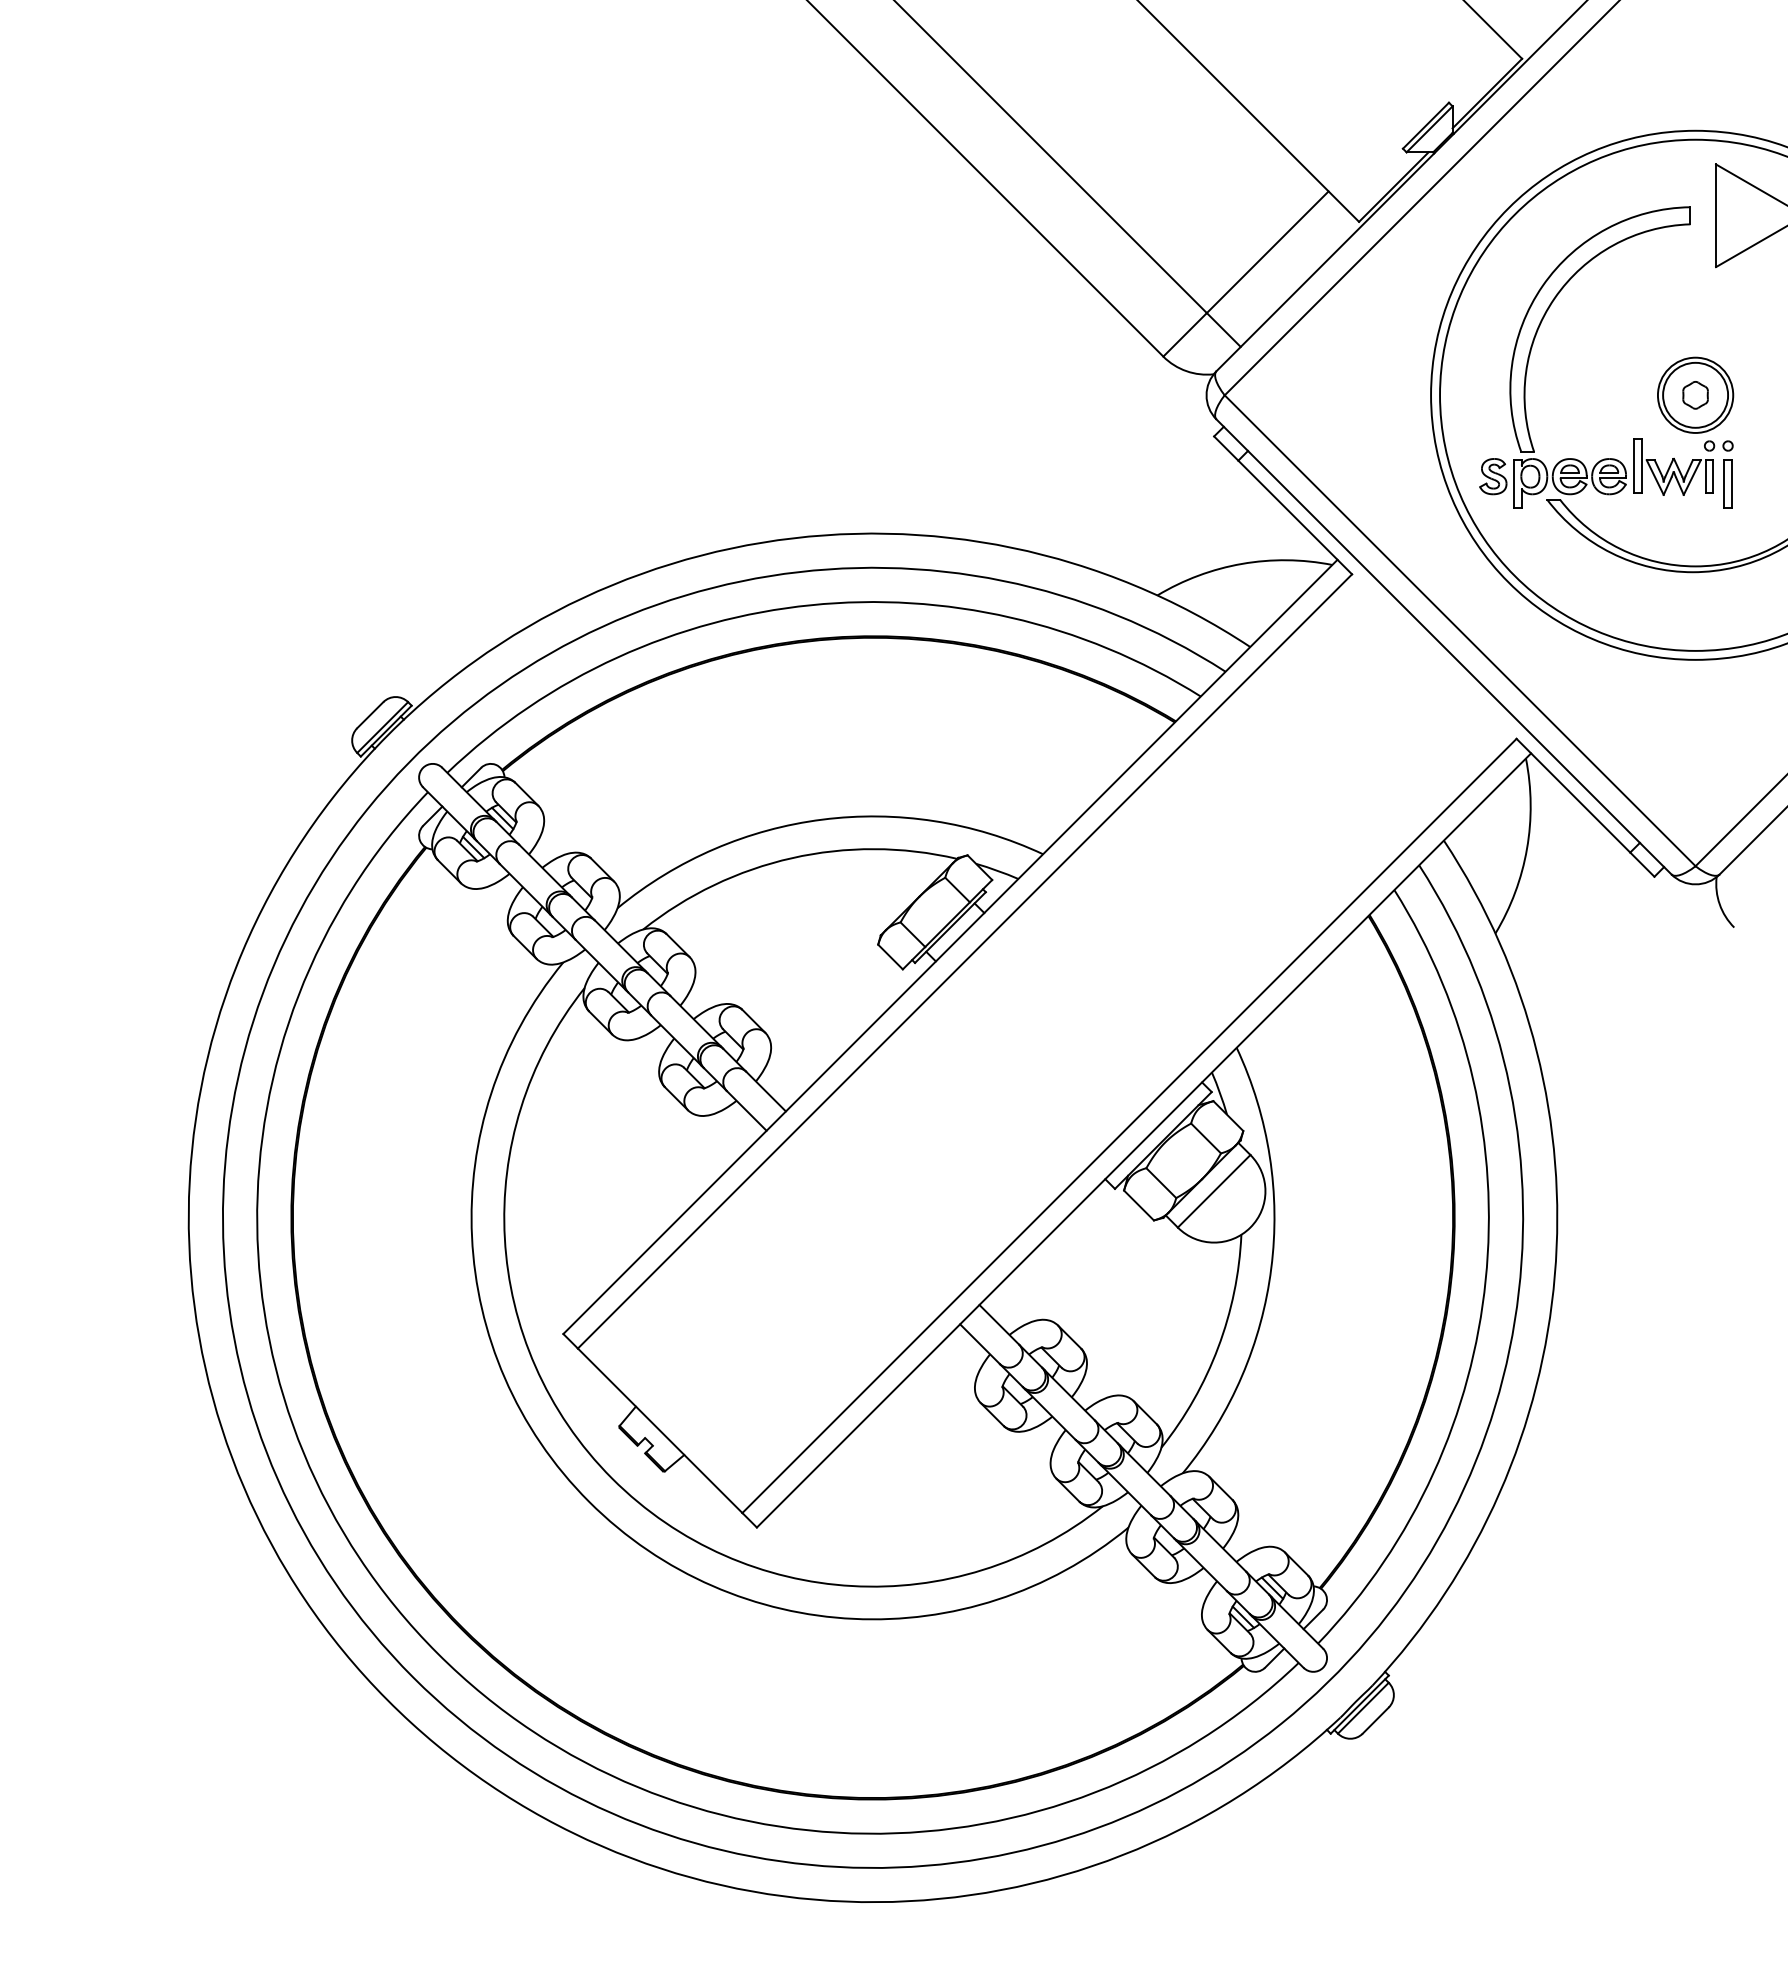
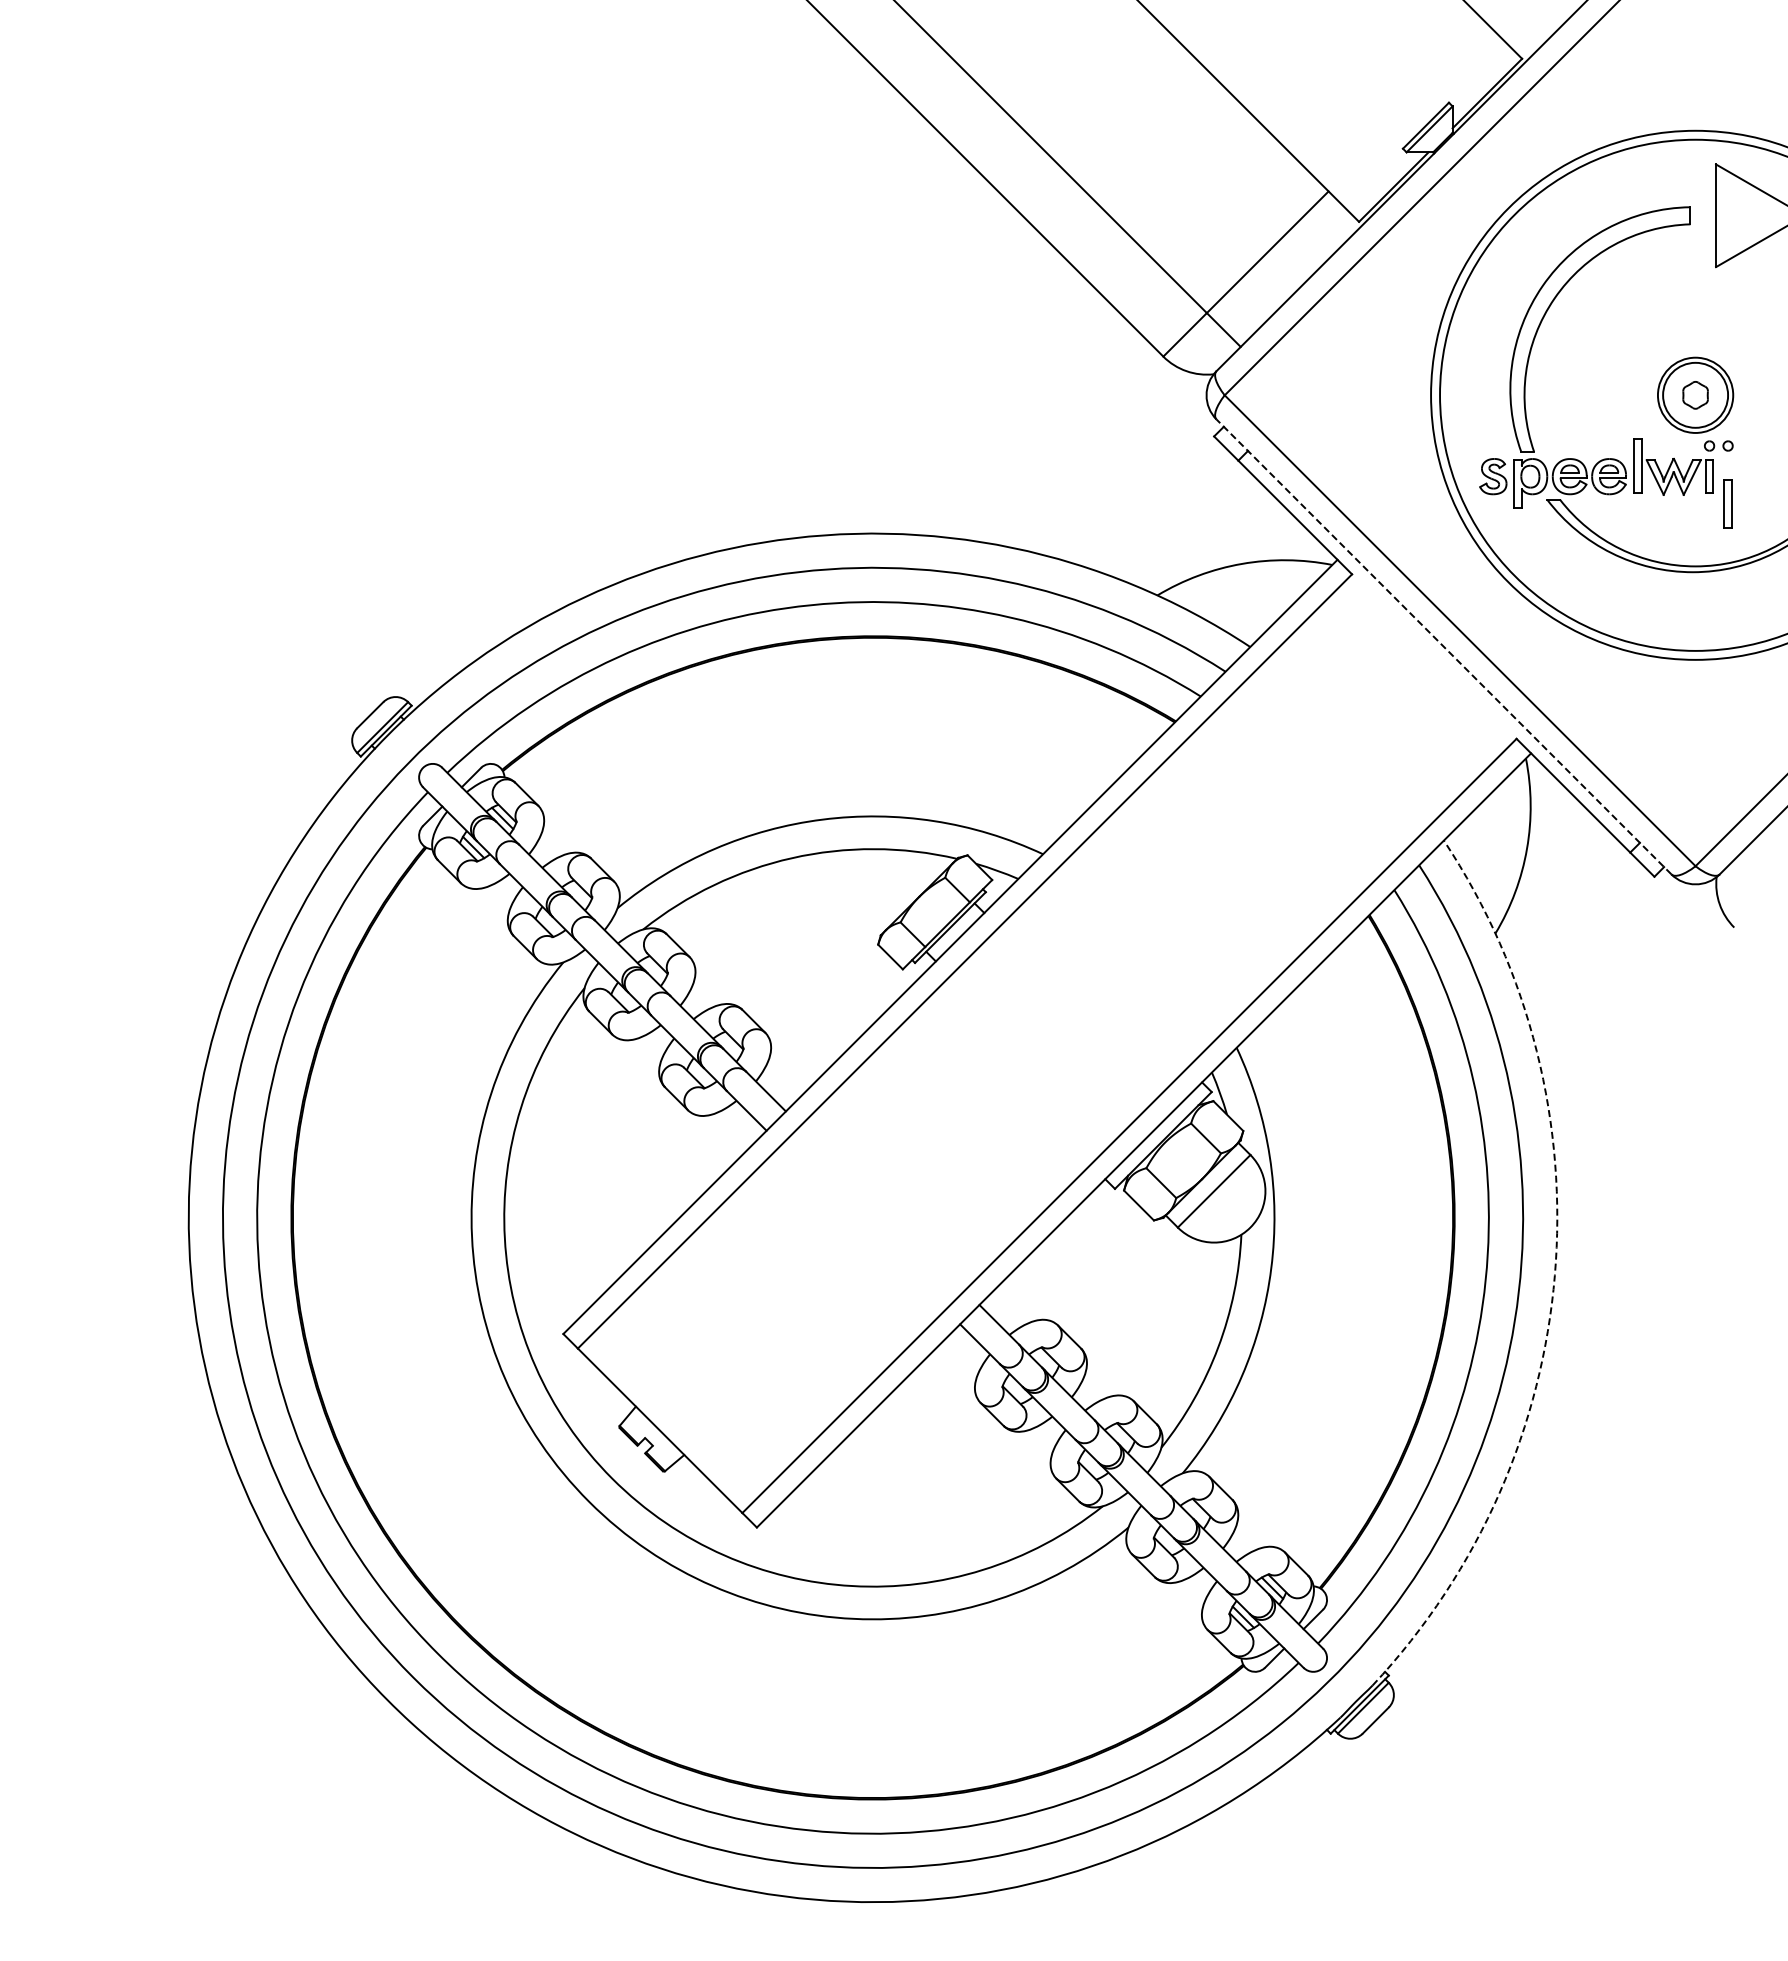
part at (1727, 483) position: (1727, 483) -> (1727, 503)
line at (1443, 646): solid -> dashed
arc at (1554, 1275): solid -> dashed
